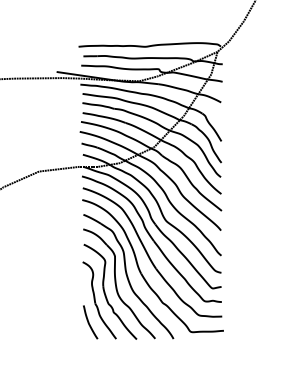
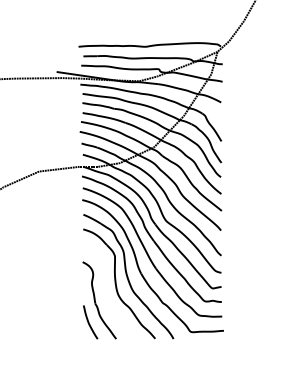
part at (110, 291): present -> none
